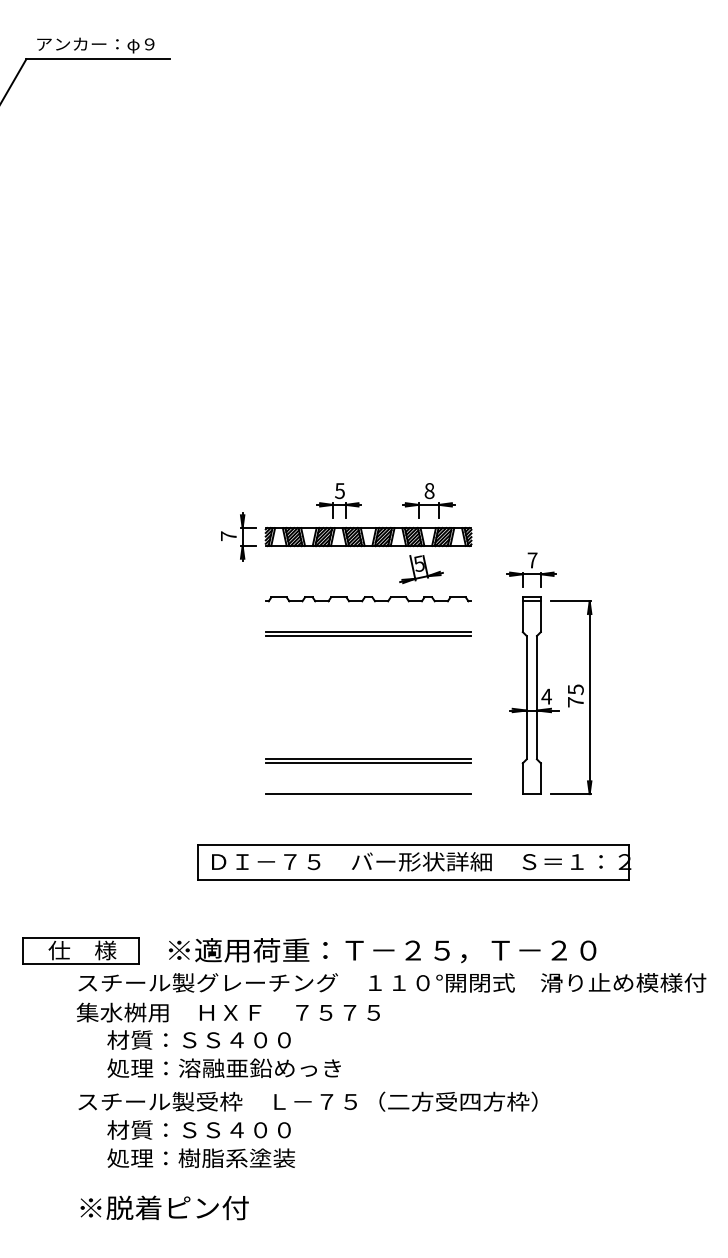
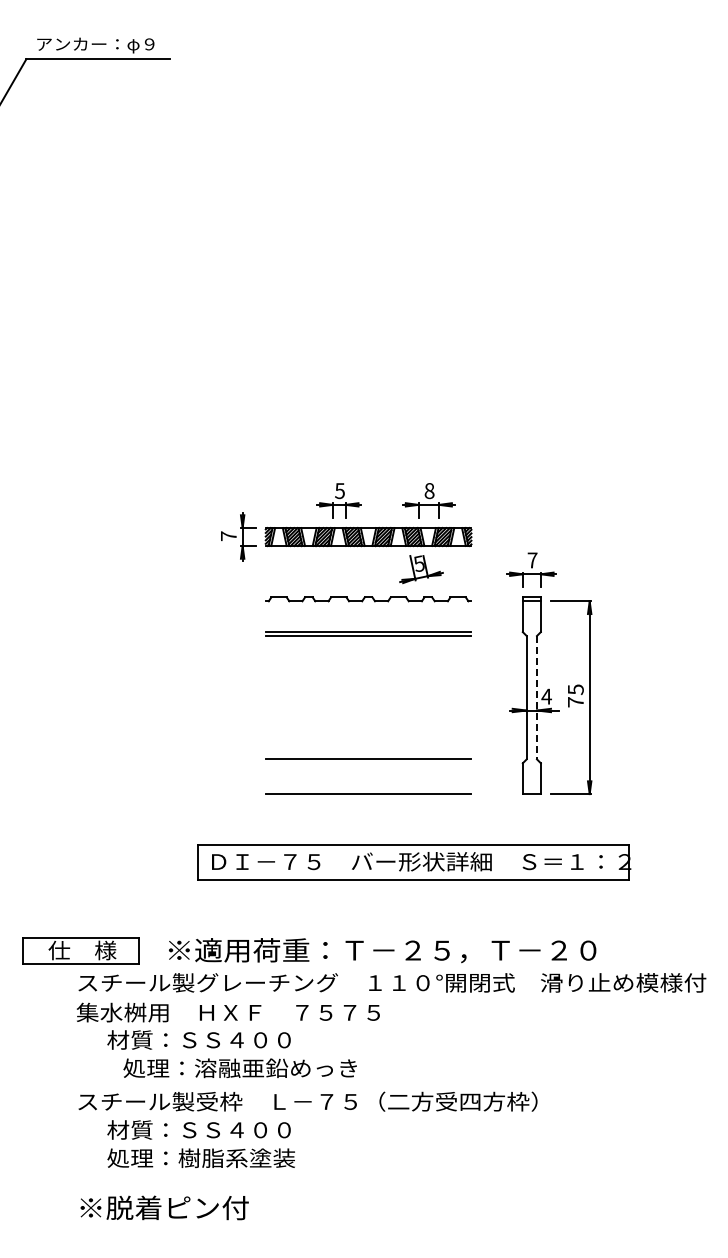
line at (536, 697): solid -> dashed
line at (368, 763): present -> none
text at (223, 1068) position: (223, 1068) -> (239, 1068)
